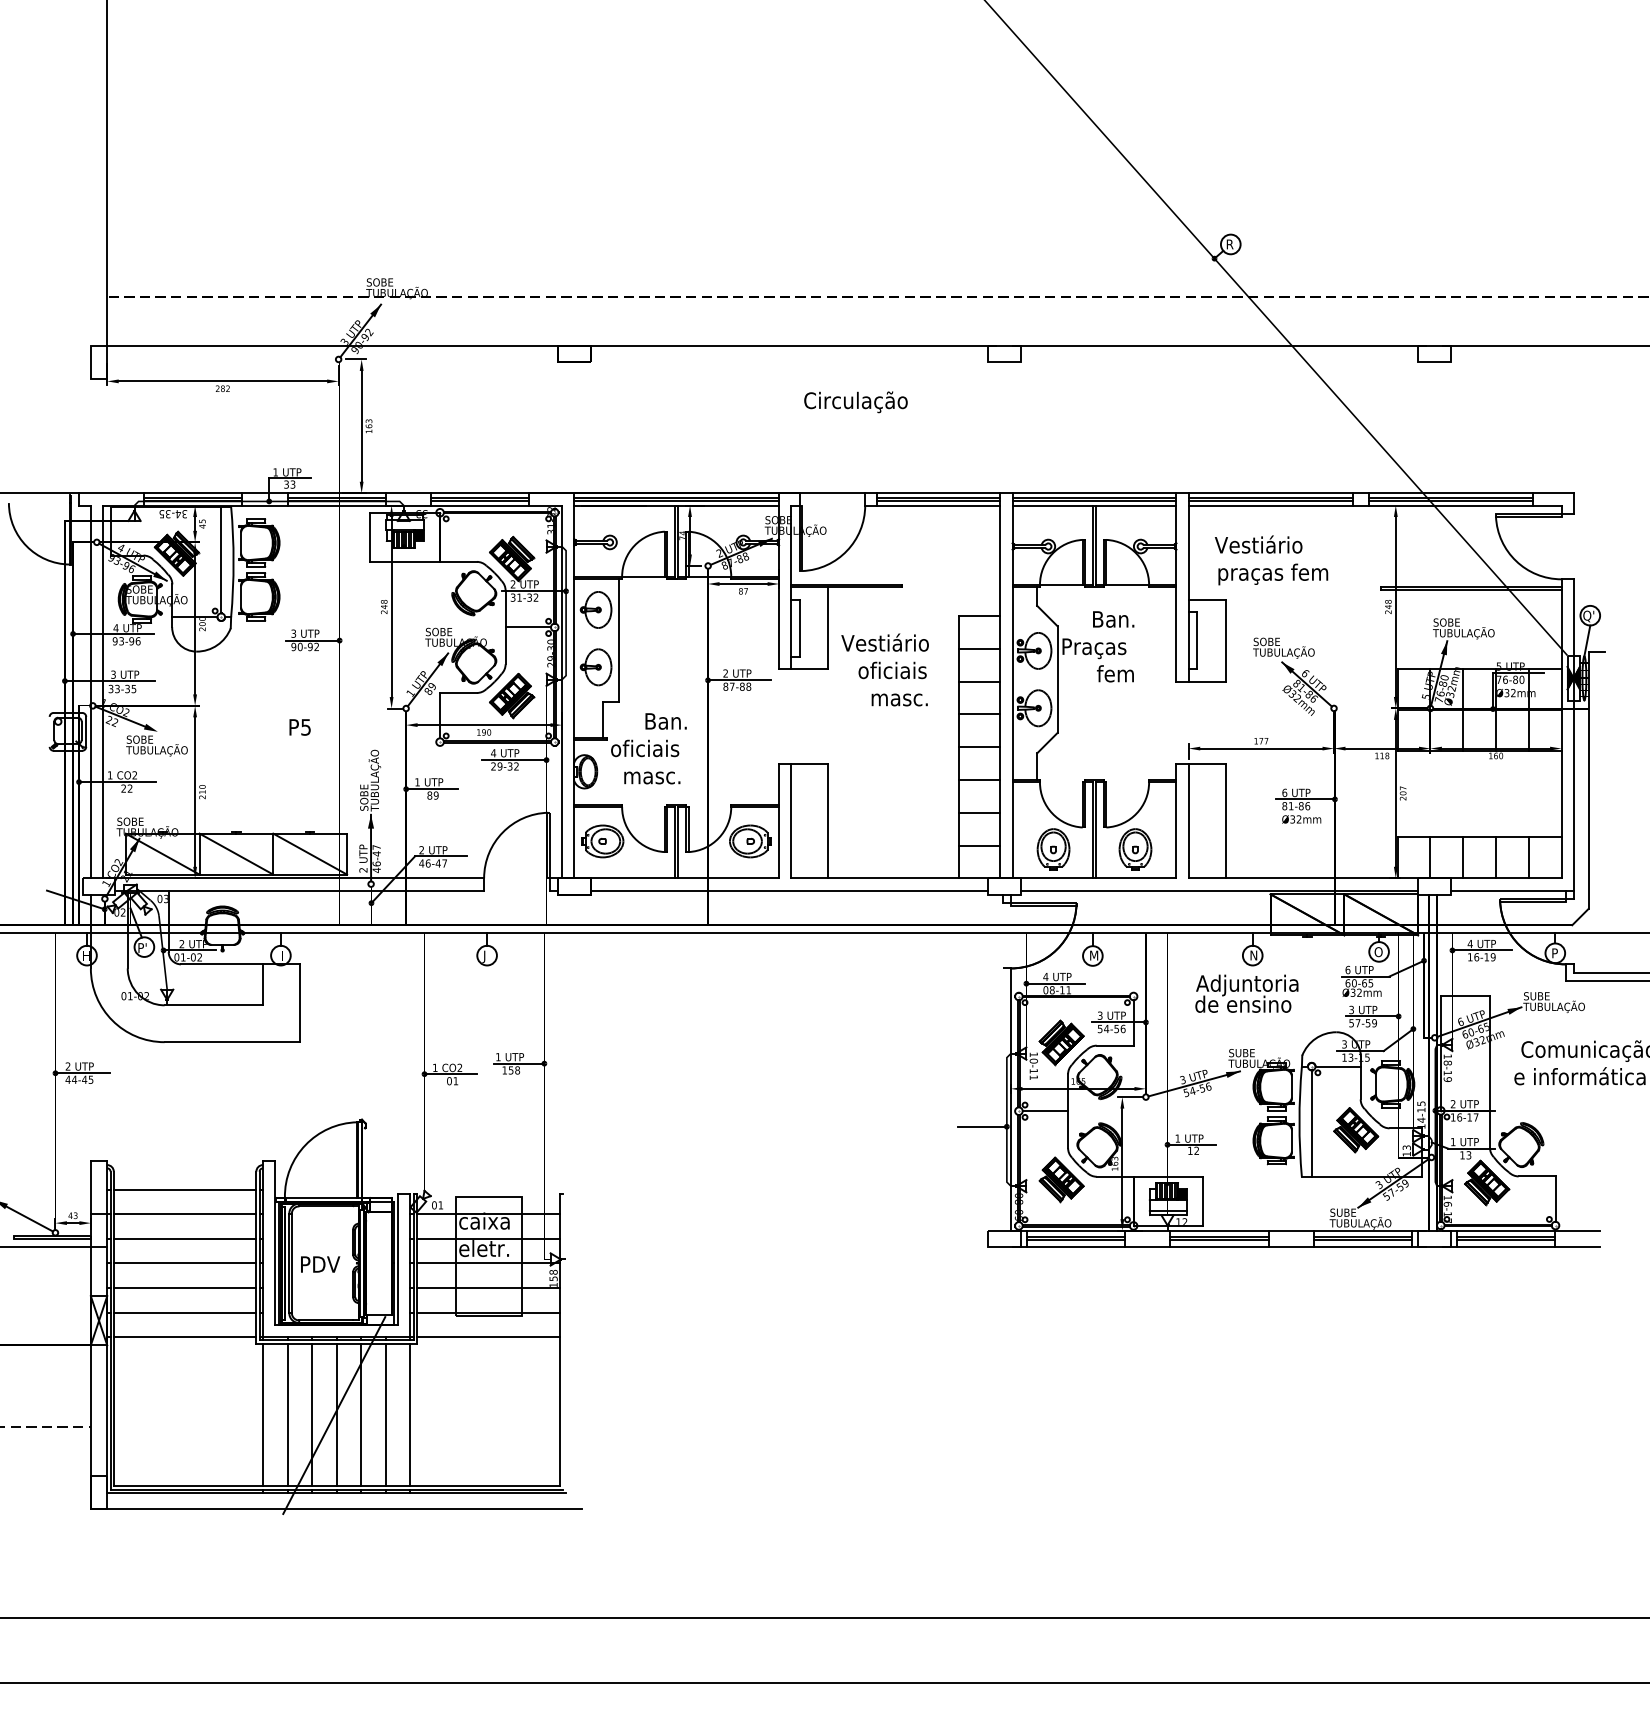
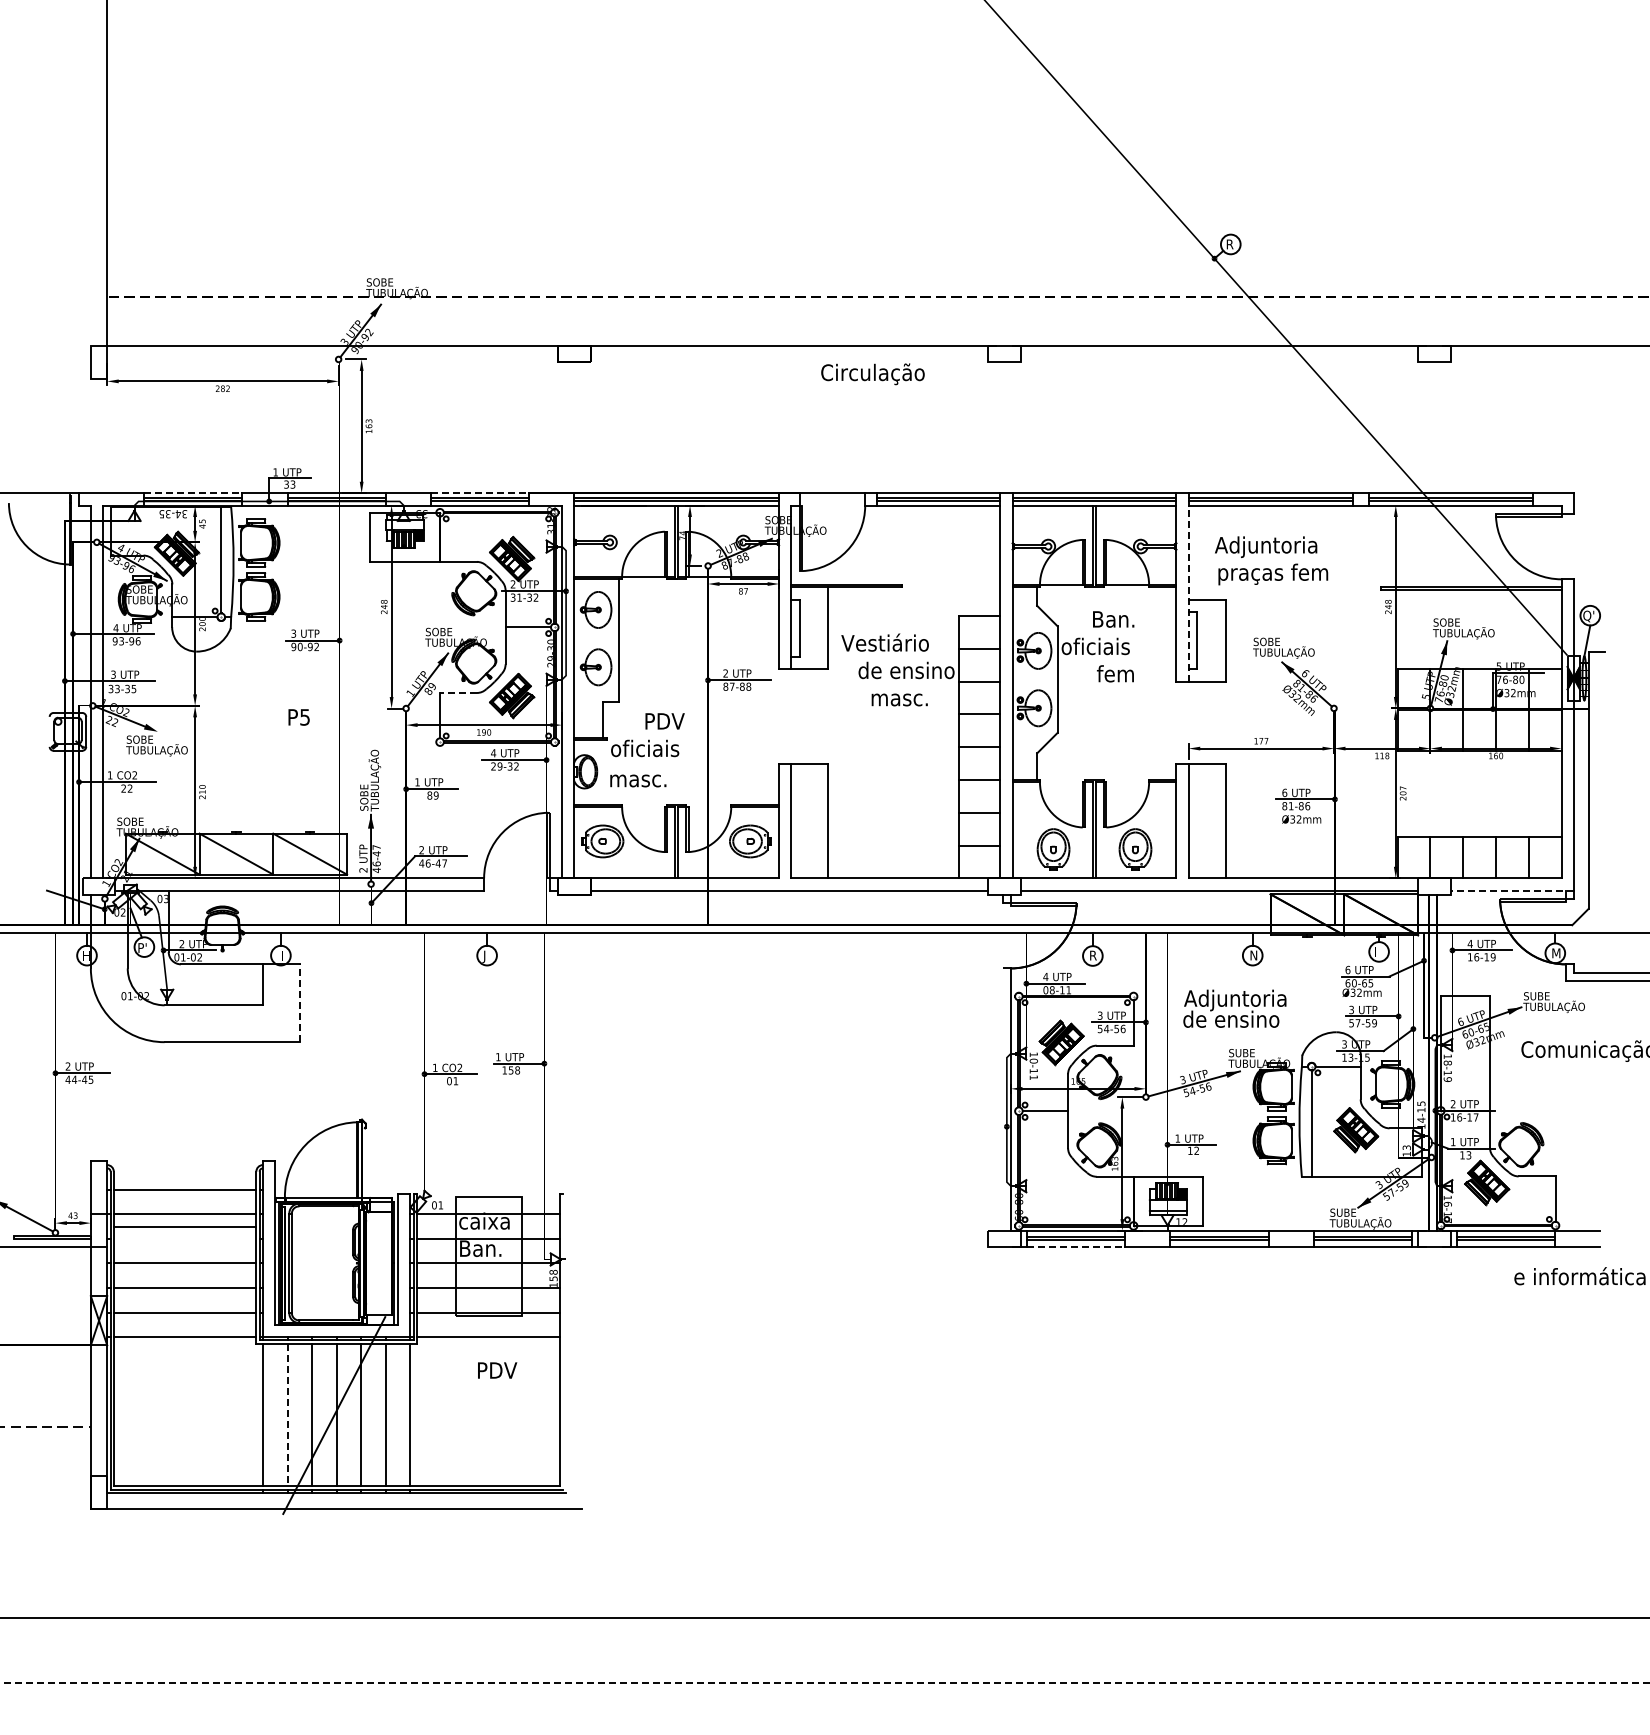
text at (855, 402) position: (855, 402) -> (872, 374)
line at (193, 493): solid -> dashed
line at (480, 493): solid -> dashed
text at (1265, 546): Vestiário -> Adjuntoria
line at (1188, 593): solid -> dashed
text at (1095, 648): Praças -> oficiais
text at (907, 670): oficiais -> de ensino
line at (458, 692): solid -> dashed
text at (666, 721): Ban. -> PDV
text at (299, 727) position: (299, 727) -> (298, 717)
text at (652, 777) position: (652, 777) -> (638, 780)
line at (1511, 890): solid -> dashed
text at (1378, 952): O -> I
text at (1556, 953): P -> M
text at (1094, 955): M -> R
text at (1246, 993) position: (1246, 993) -> (1234, 1008)
line at (299, 1003): solid -> dashed
text at (1579, 1076) position: (1579, 1076) -> (1579, 1276)
line at (981, 1126): present -> none
part at (1061, 1179): present -> none
line at (184, 1238) position: (184, 1238) -> (184, 1226)
line at (1076, 1247): solid -> dashed
text at (483, 1248): eletr. -> Ban.
text at (320, 1264) position: (320, 1264) -> (497, 1370)
line at (287, 1415): solid -> dashed
line at (825, 1682): solid -> dashed
